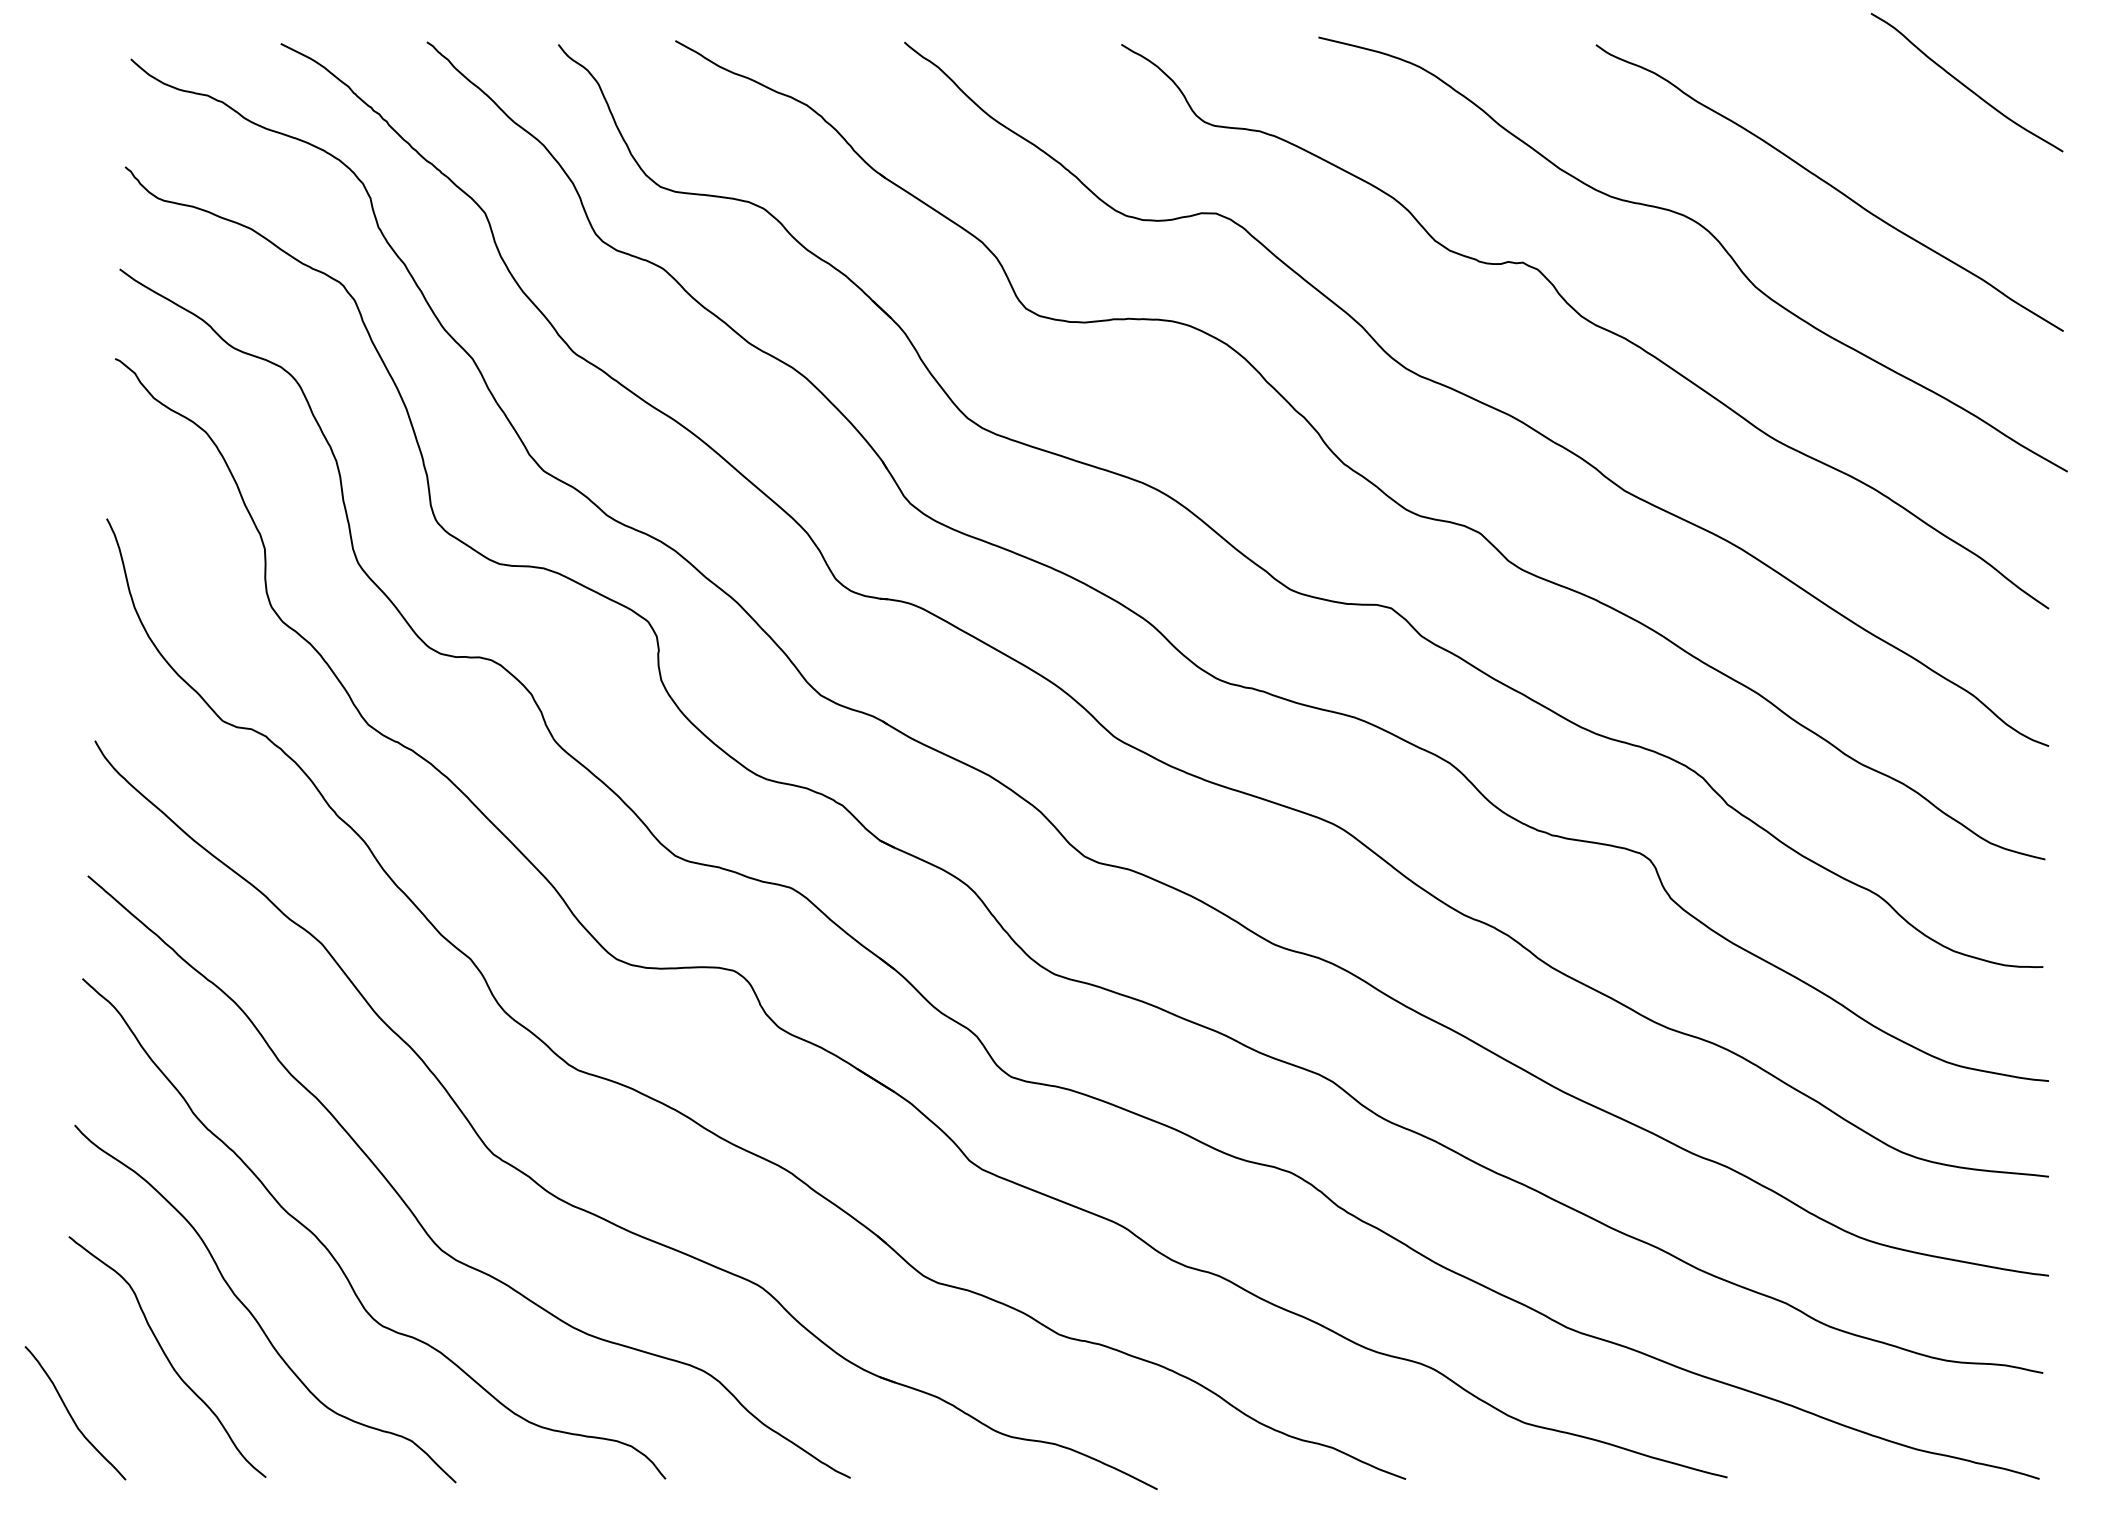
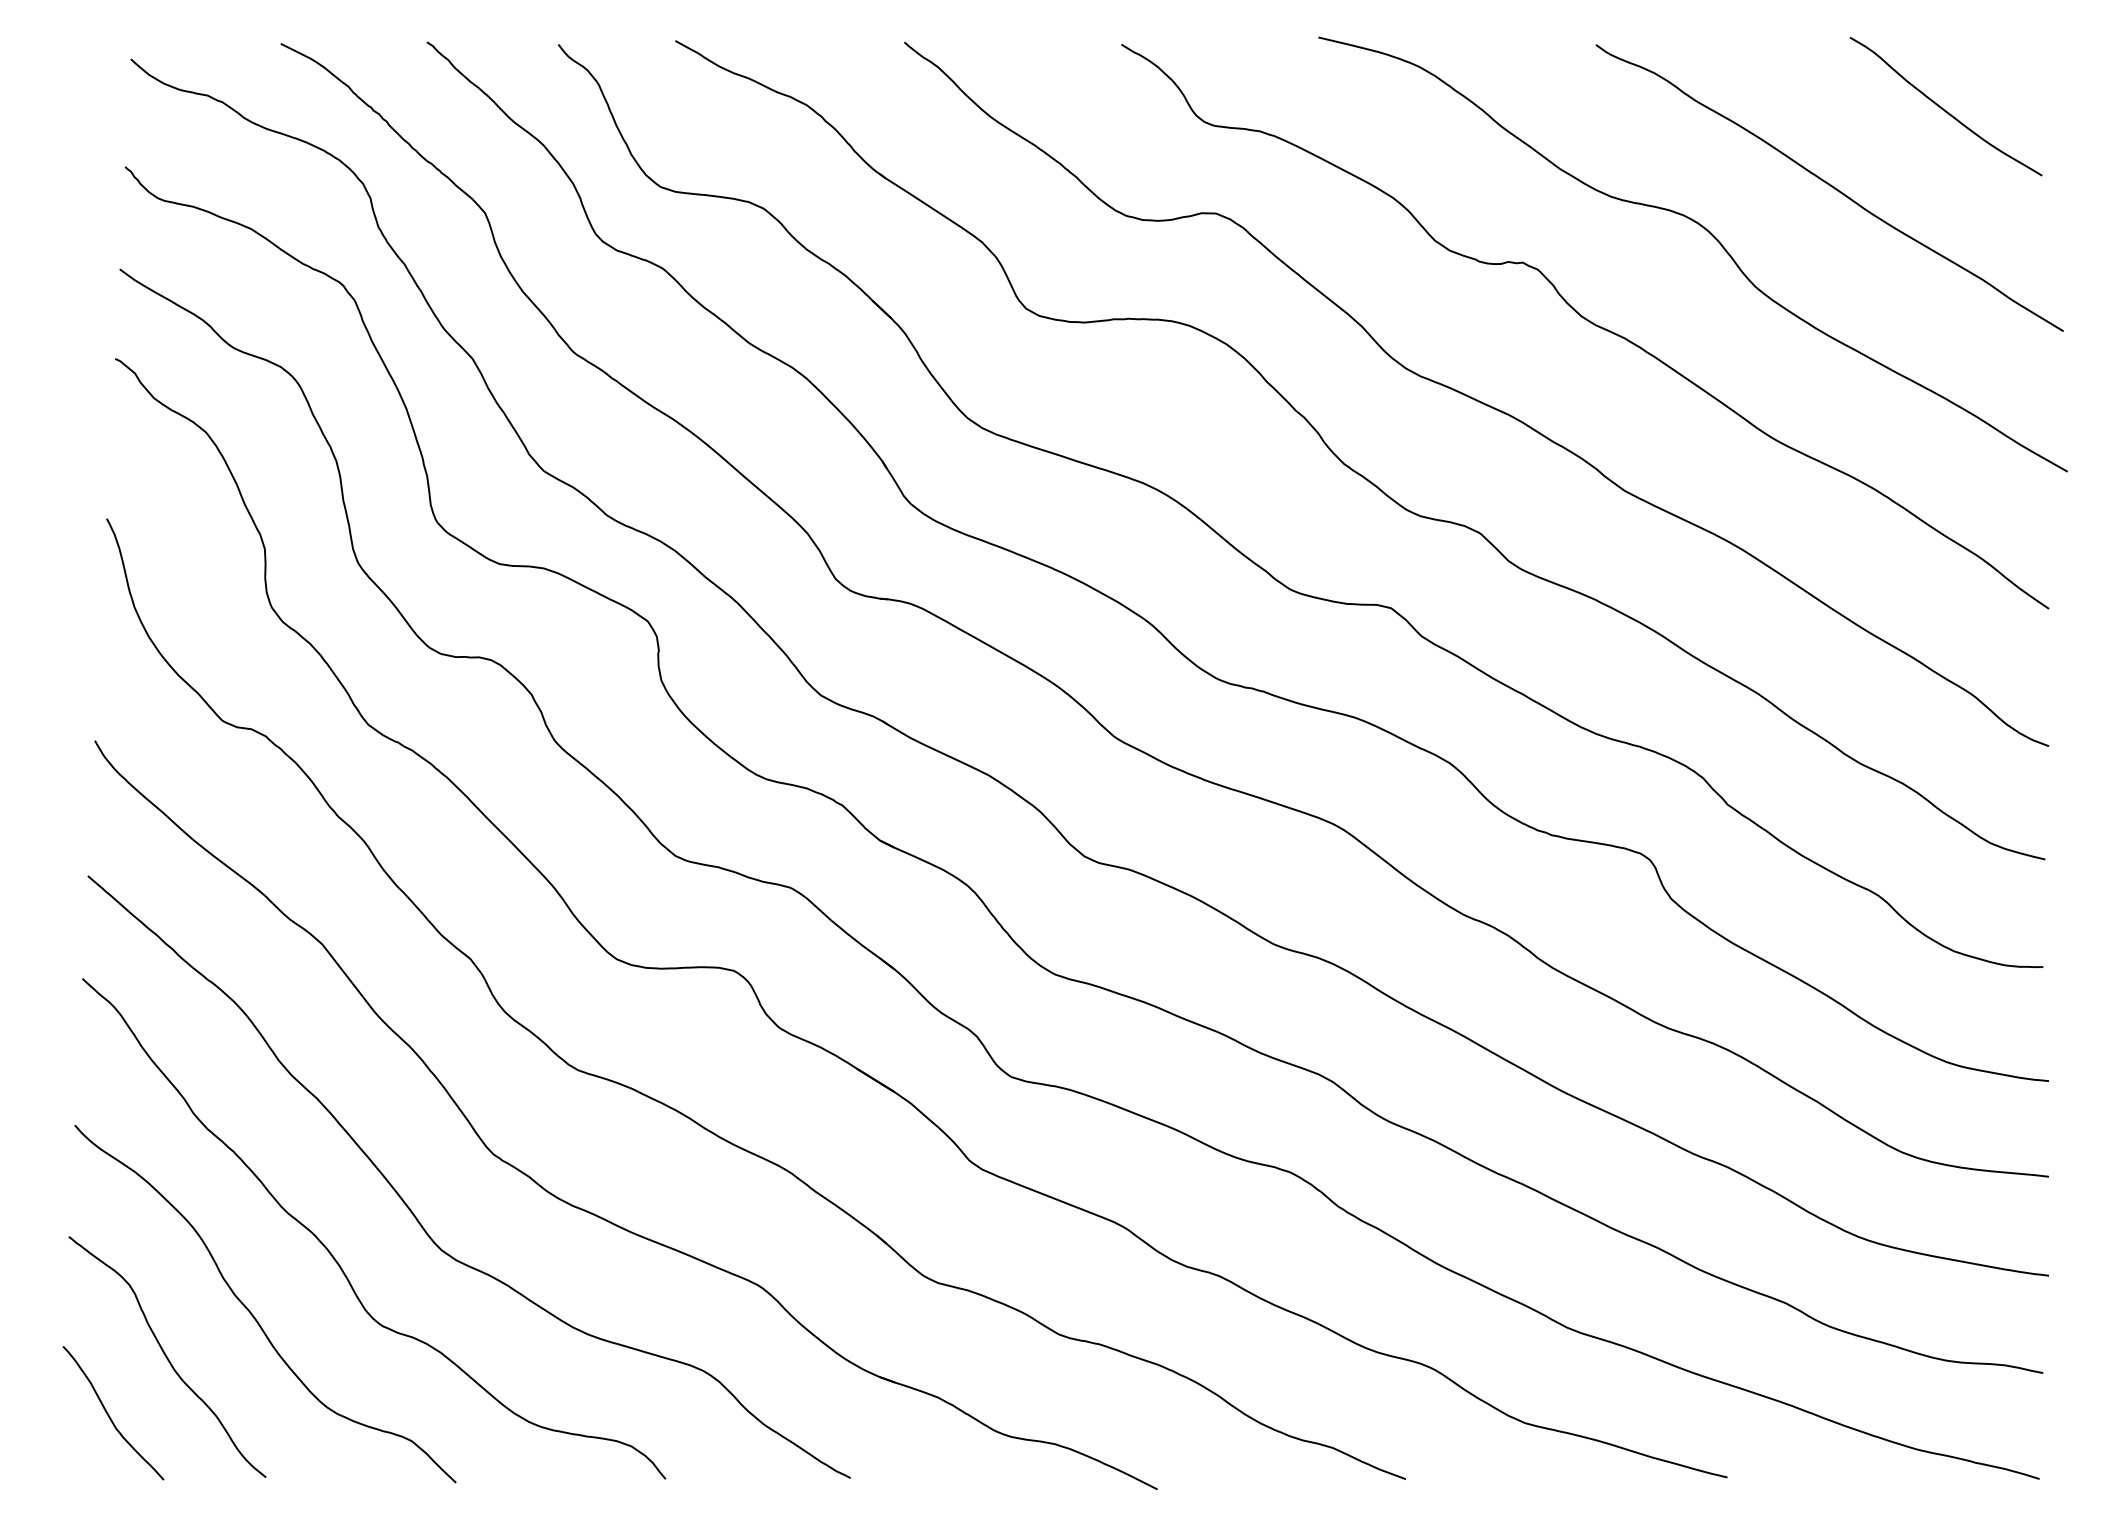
curve at (1964, 84) position: (1964, 84) -> (1943, 108)
curve at (72, 1416) position: (72, 1416) -> (110, 1416)
